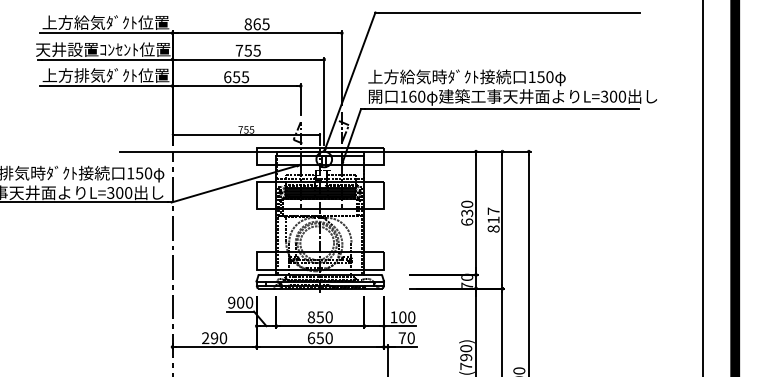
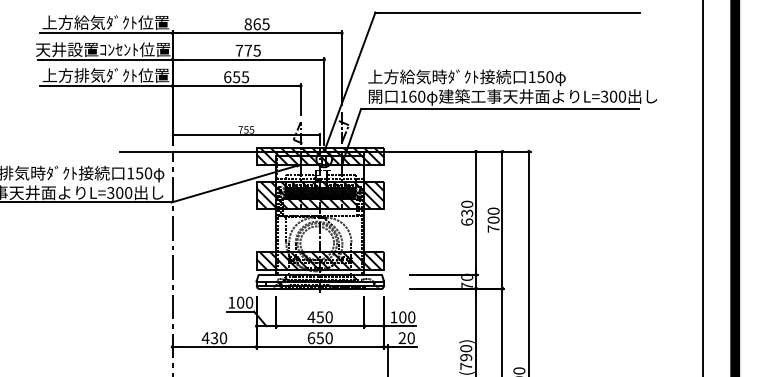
text at (247, 50): 755 -> 775
hatch at (319, 156): none -> present
hatch at (319, 195): none -> present
text at (493, 219): 817 -> 700
hatch at (319, 261): none -> present
text at (231, 302): 900 -> 100
text at (311, 317): 850 -> 450
text at (209, 338): 290 -> 430
text at (401, 338): 70 -> 20
